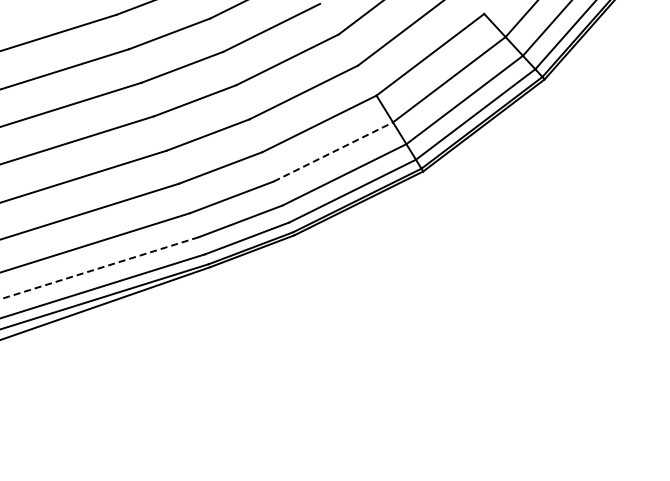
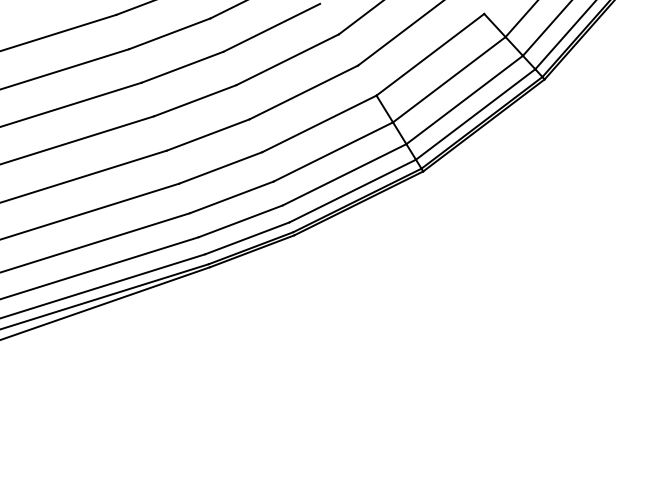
line at (333, 152): dashed -> solid
line at (99, 268): dashed -> solid
